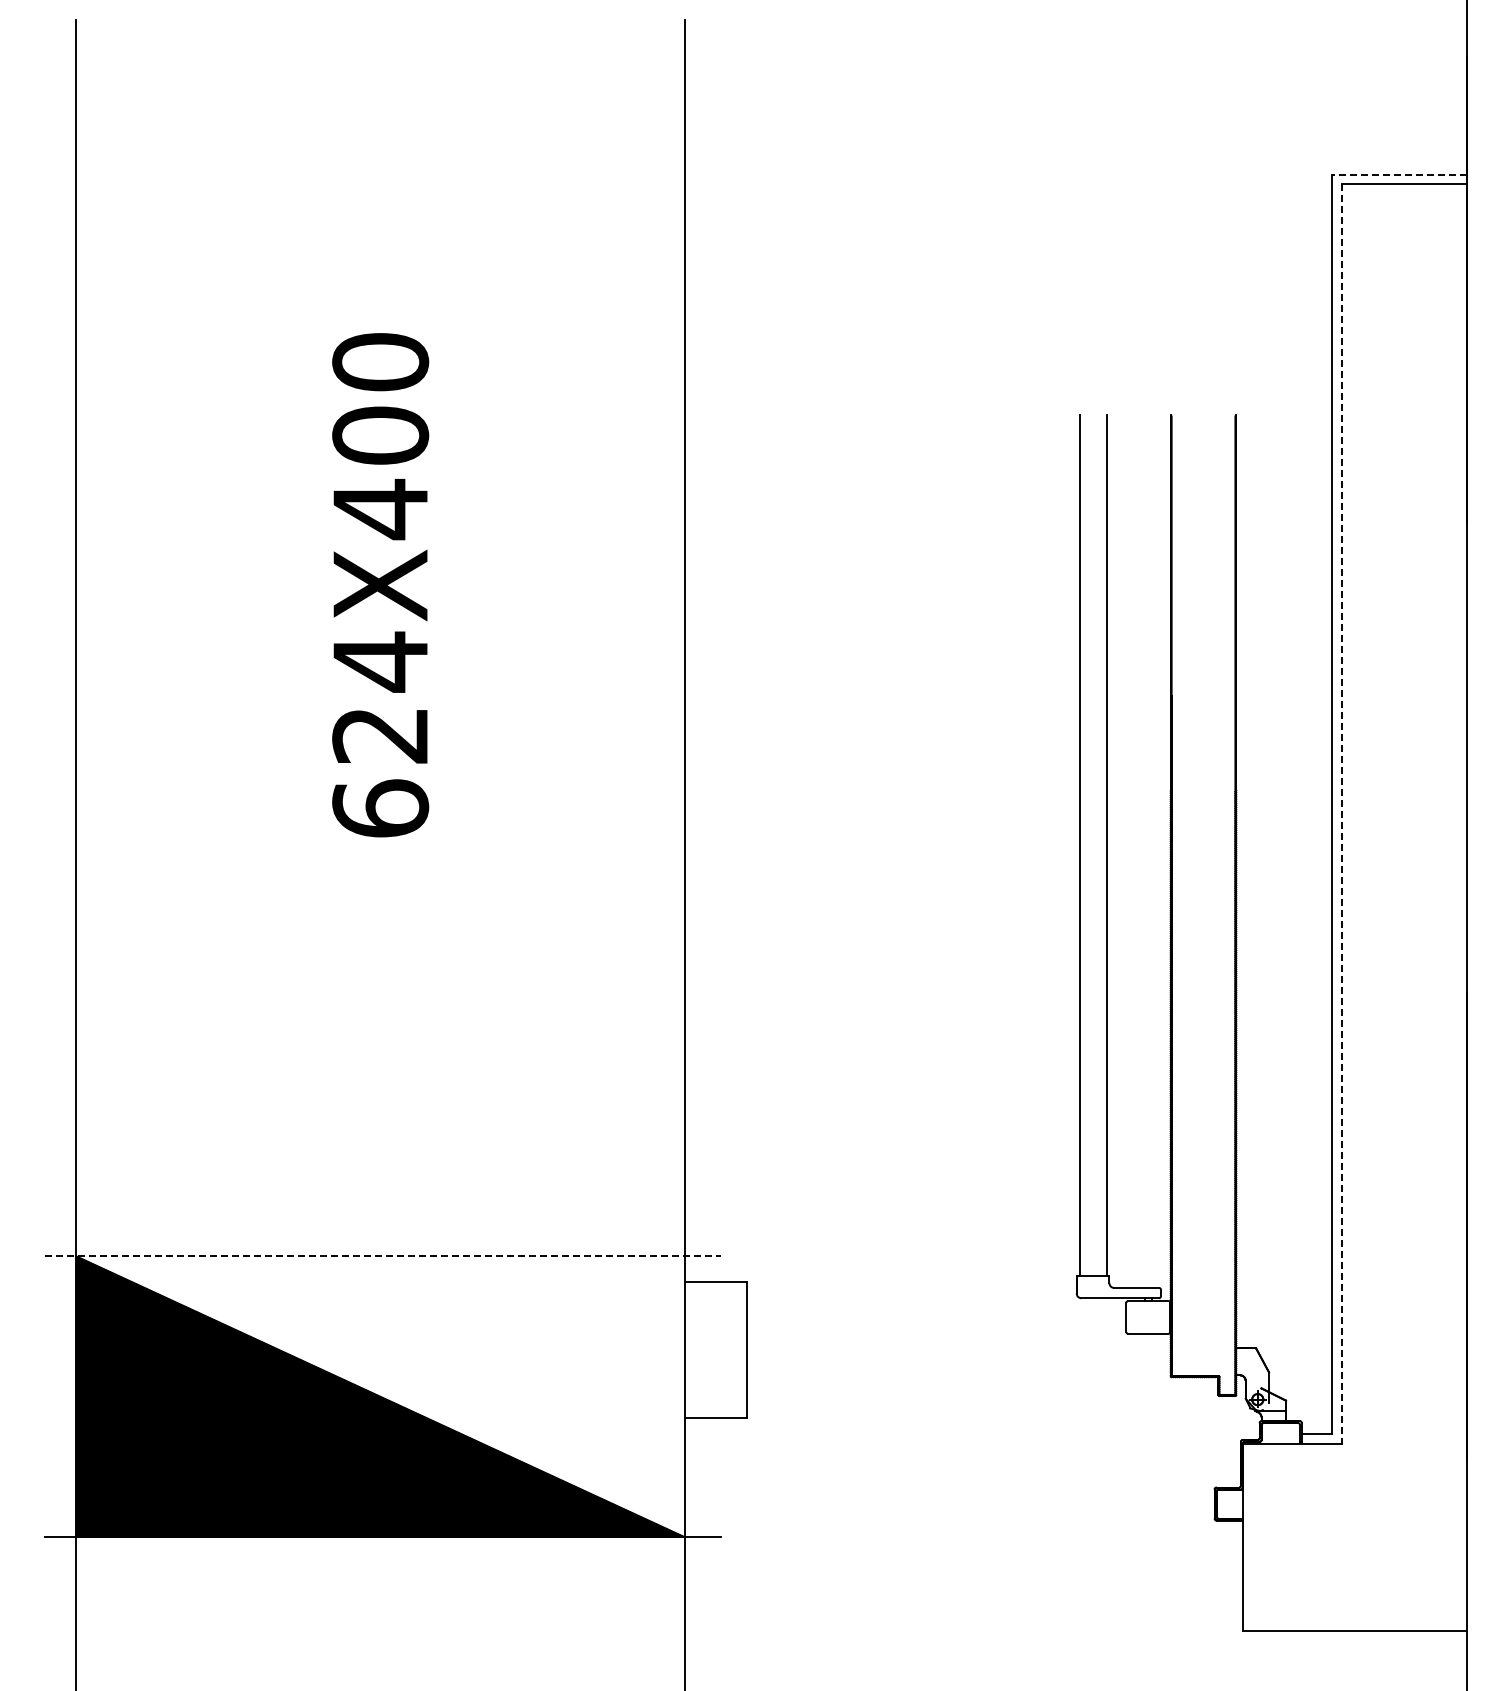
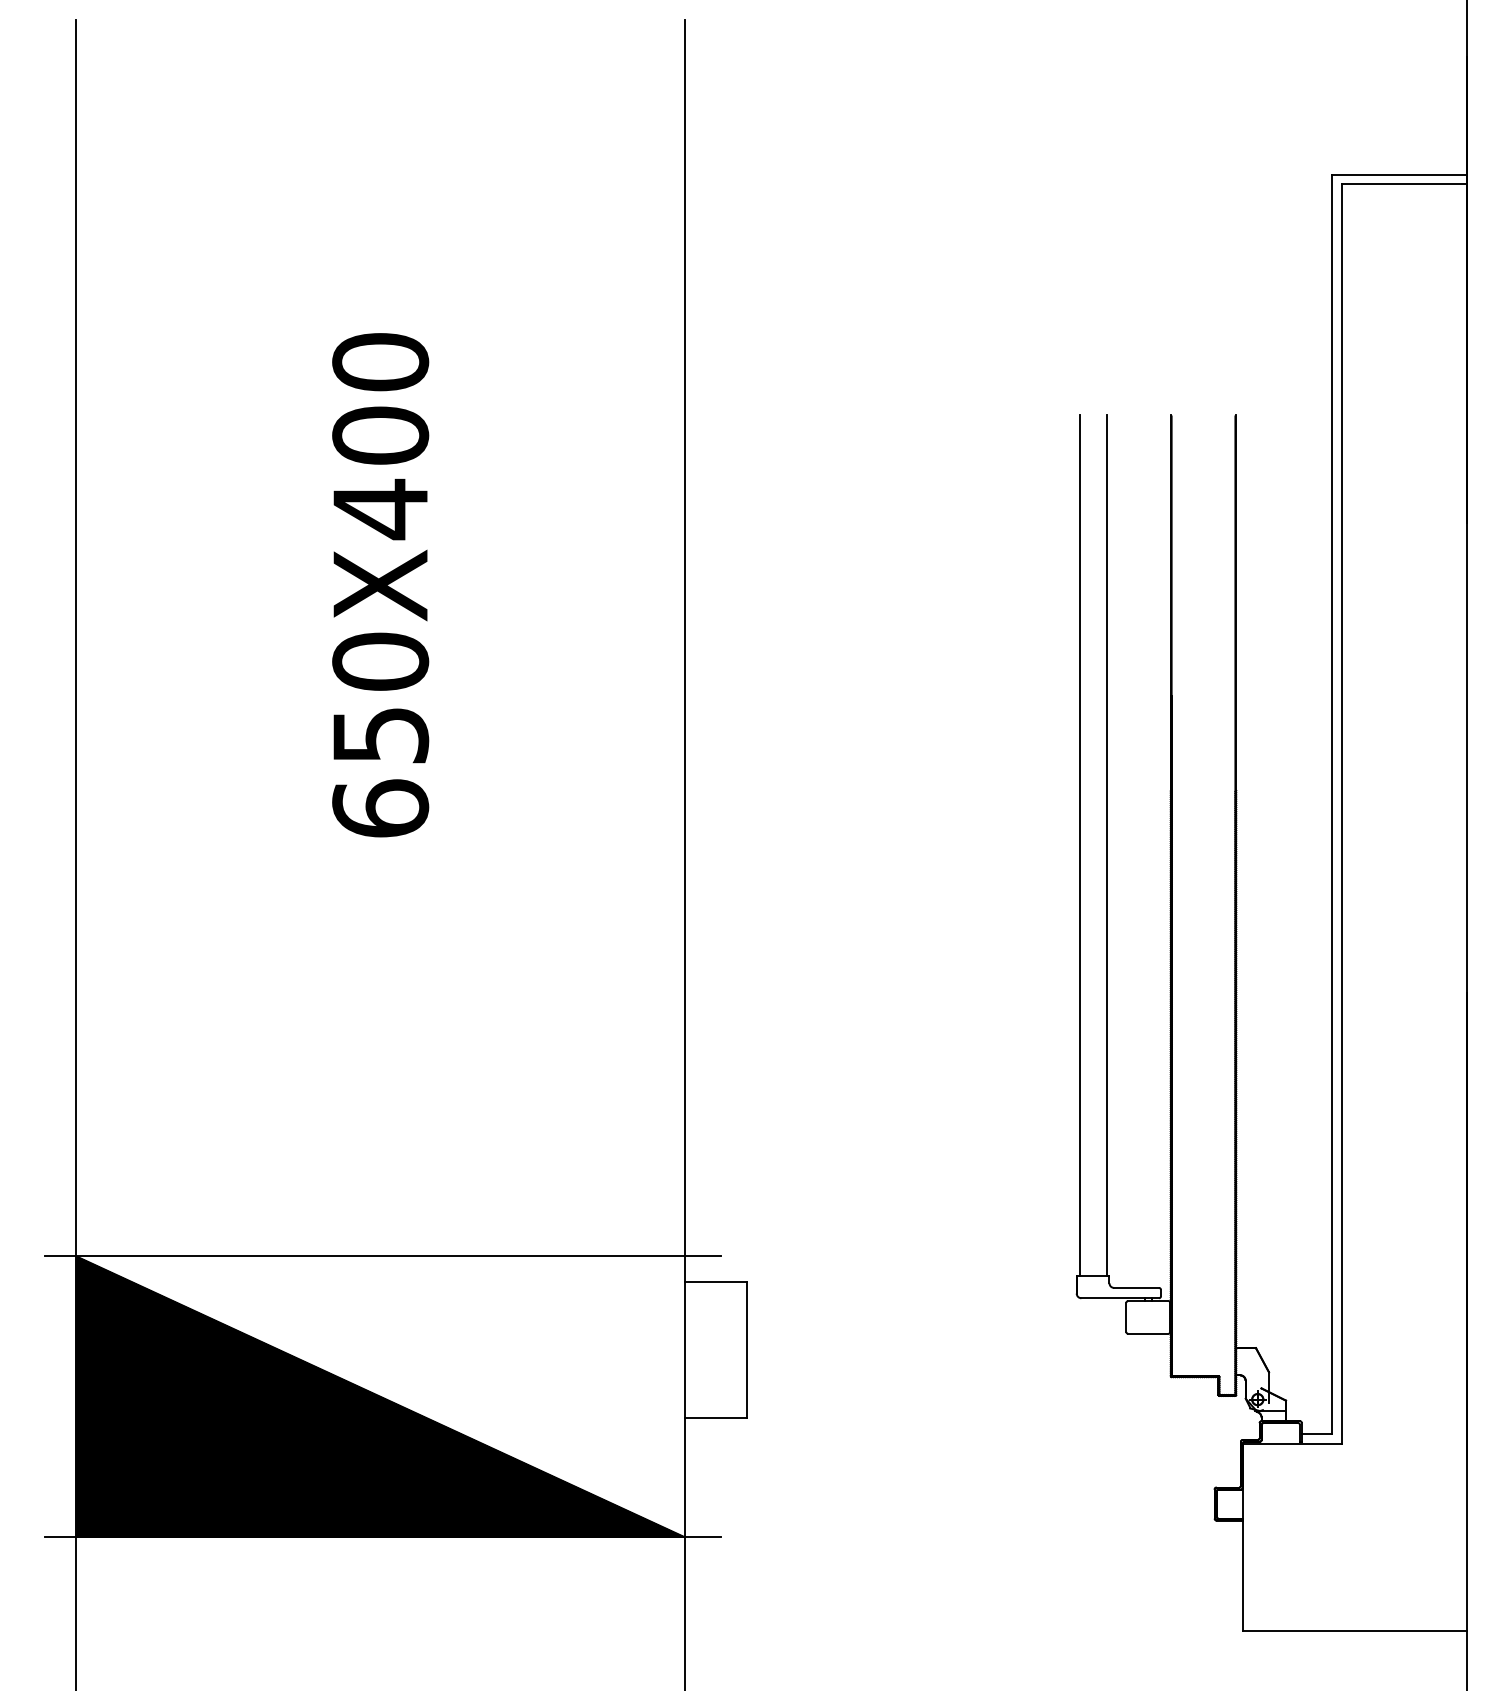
line at (1398, 174): dashed -> solid
text at (380, 697): 624X400 -> 650X400
line at (1341, 813): dashed -> solid
line at (383, 1256): dashed -> solid
